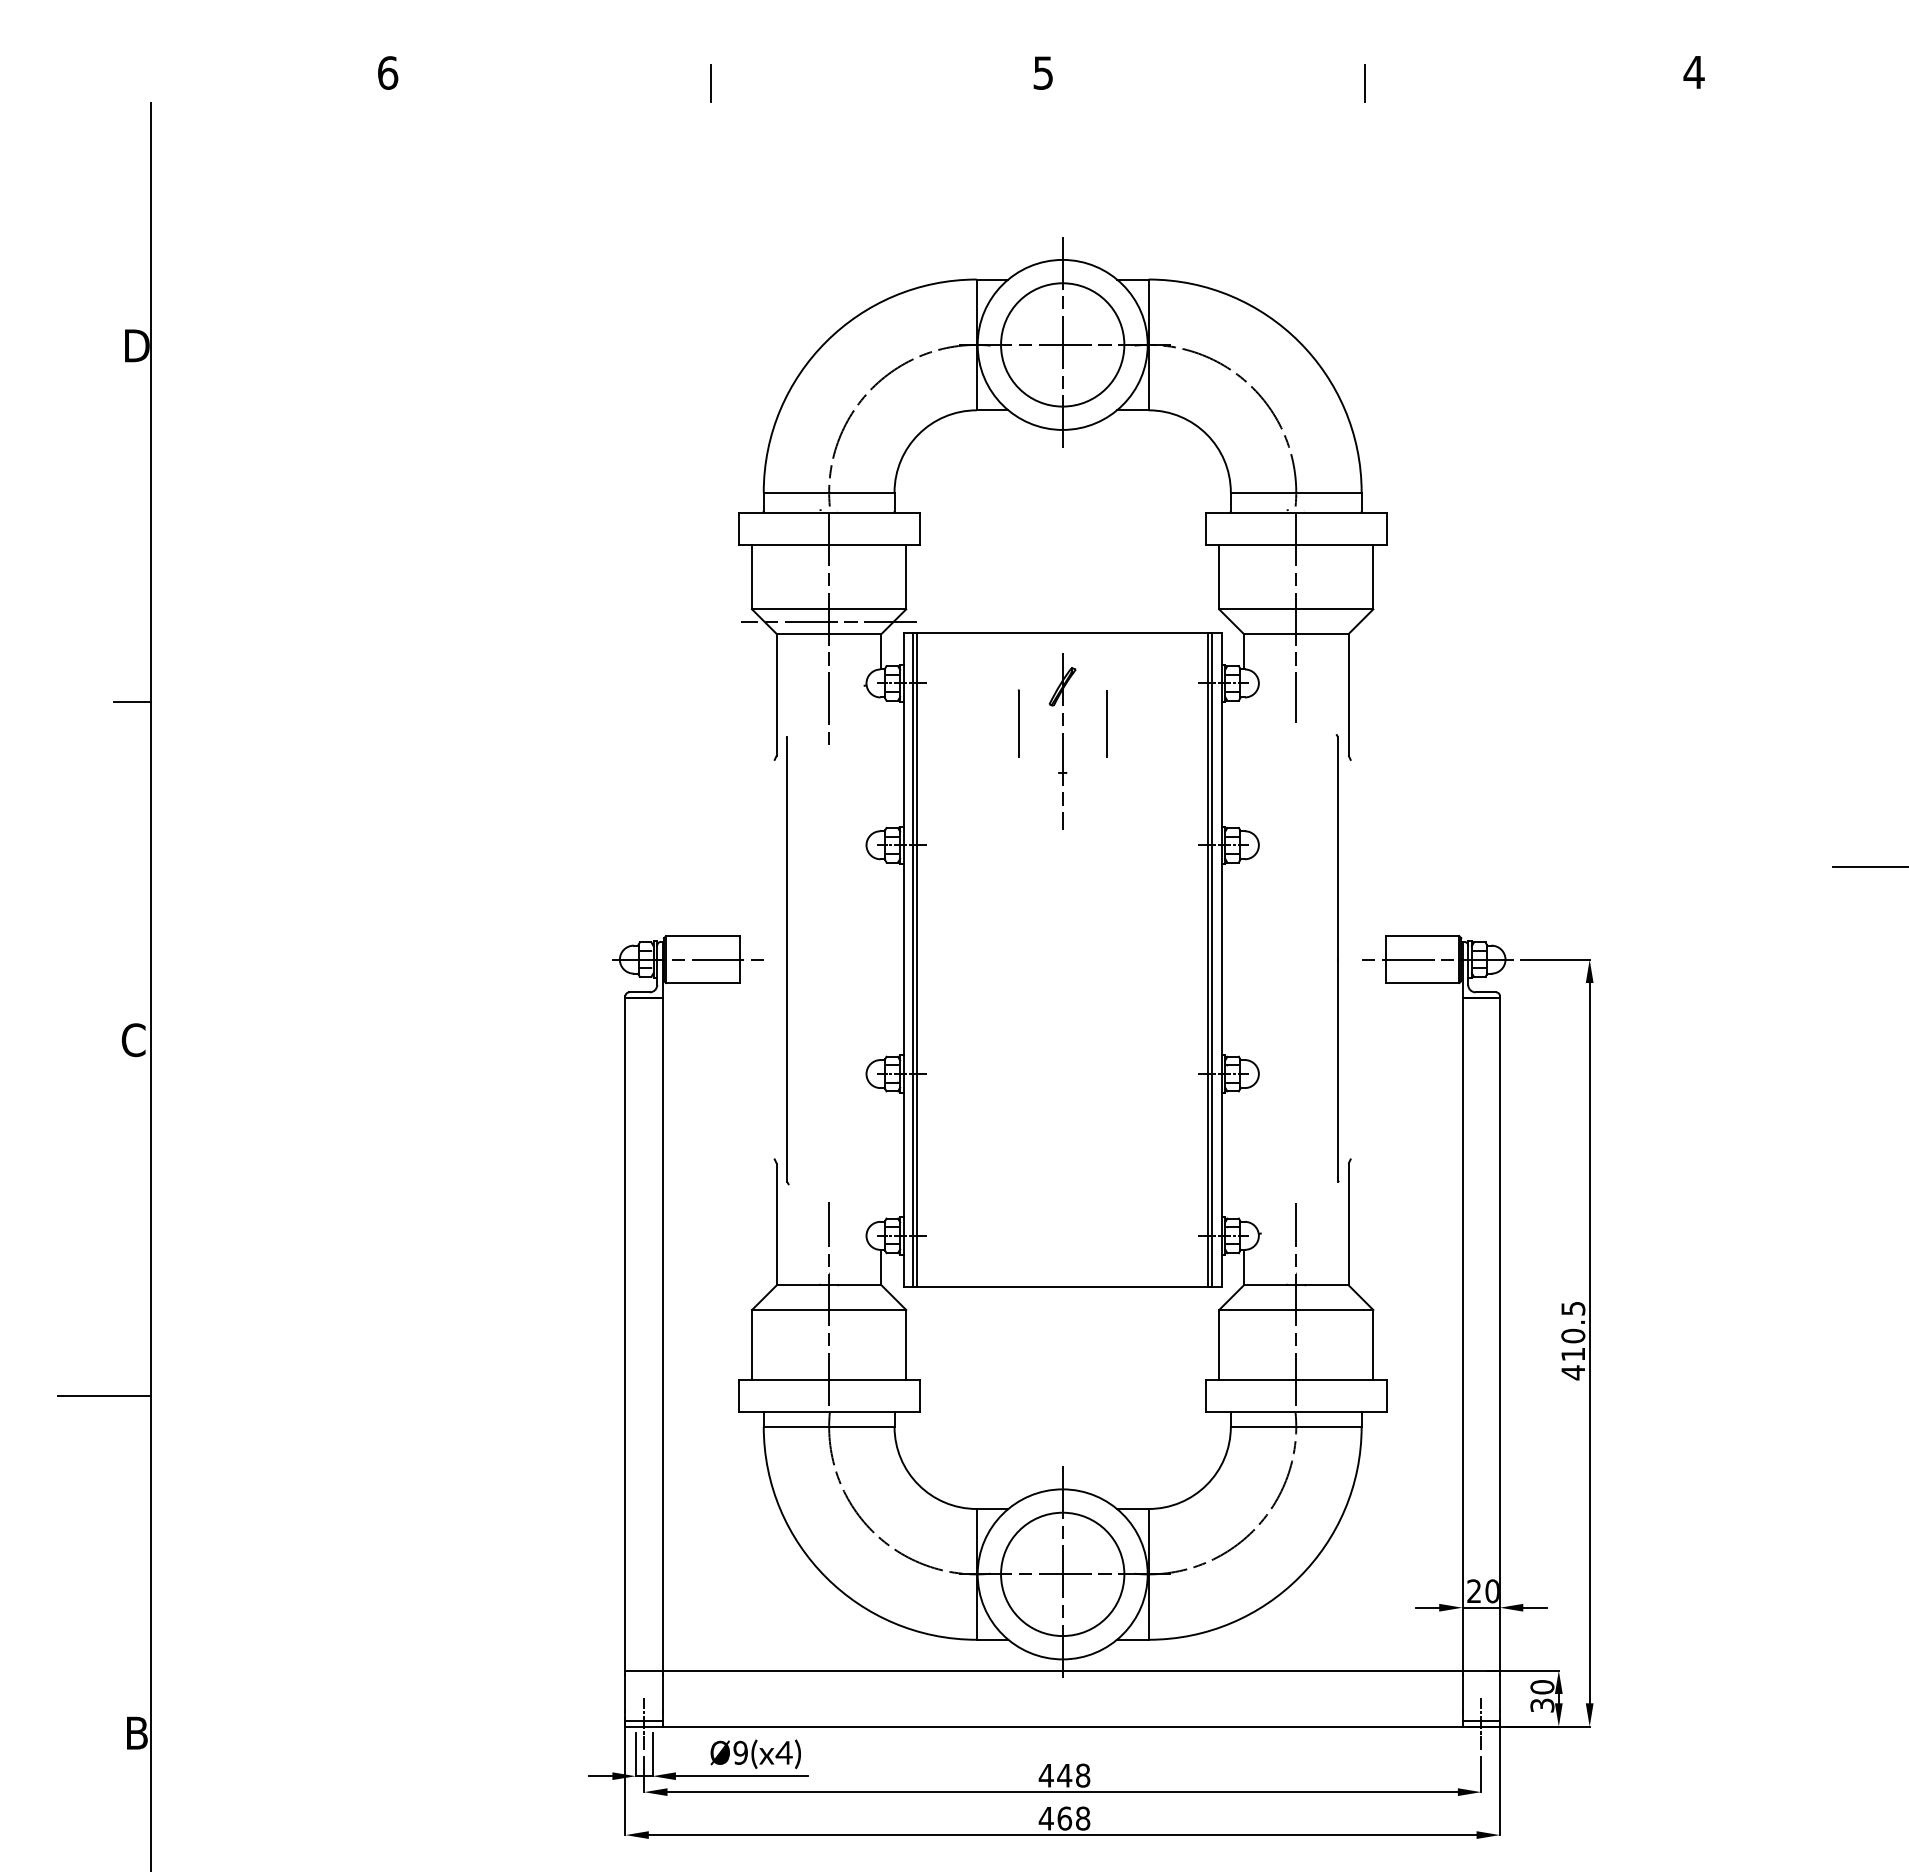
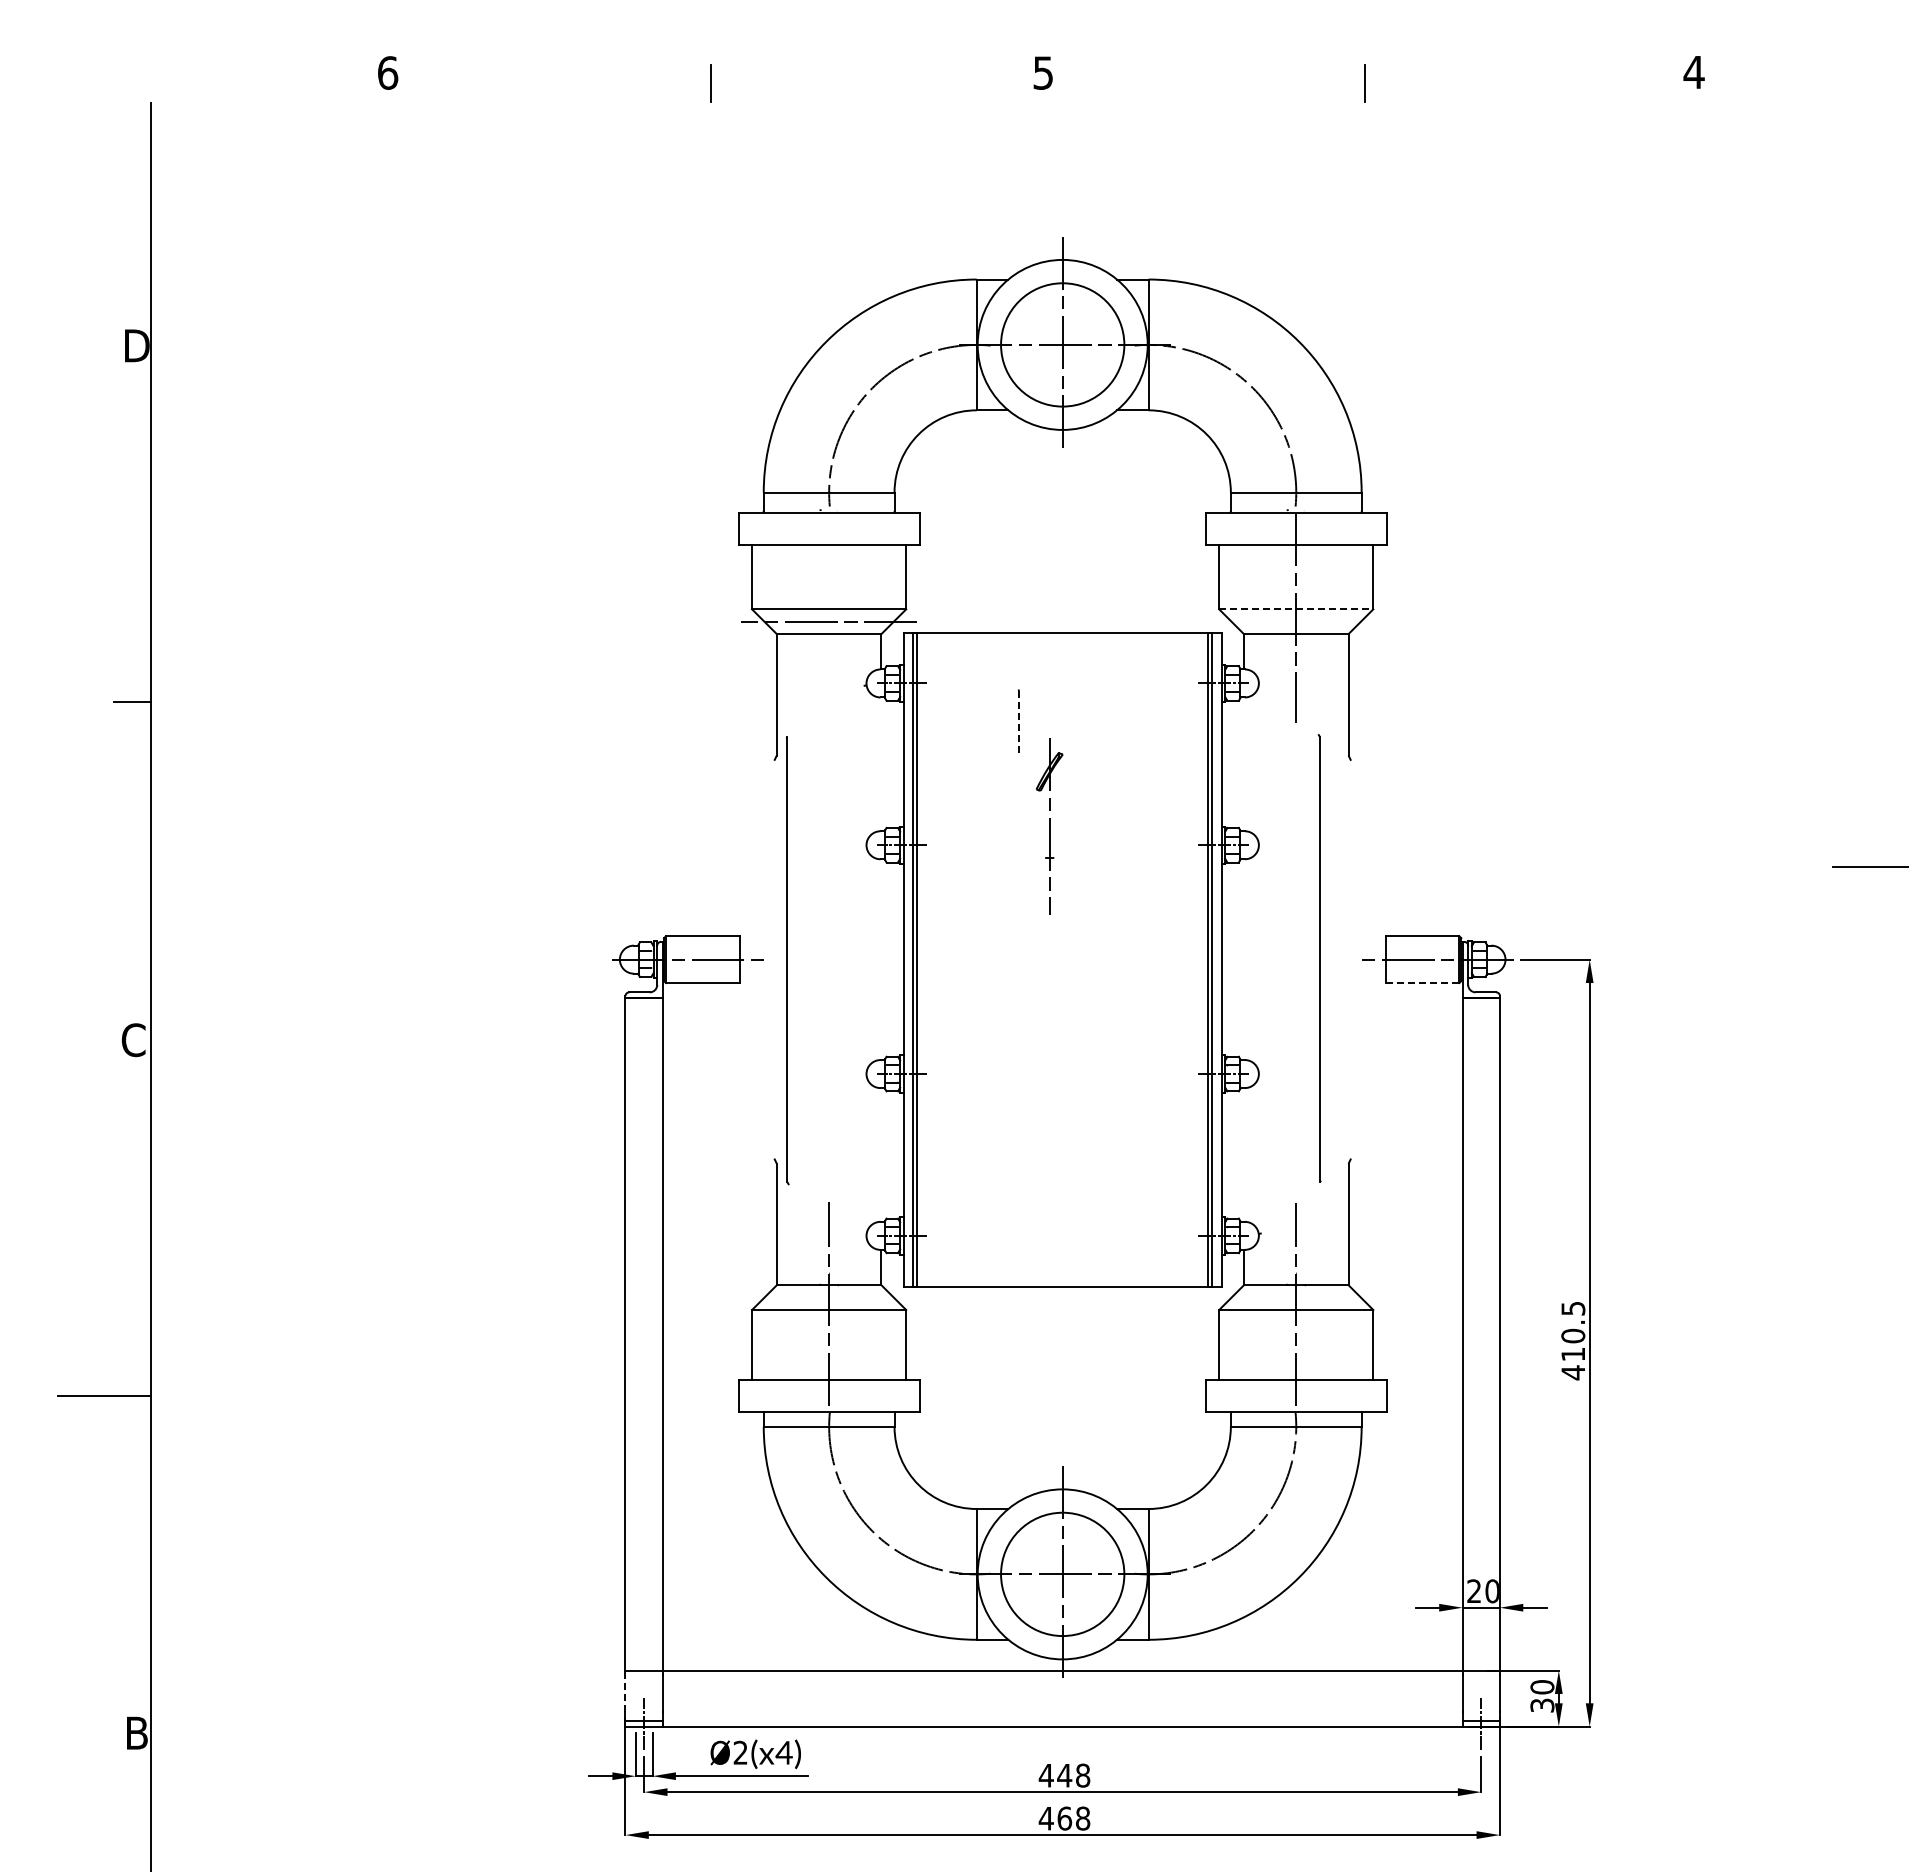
line at (1296, 609): solid -> dashed
line at (829, 629): present -> none
line at (1018, 723): solid -> dashed
line at (1106, 723): present -> none
part at (1062, 741) position: (1062, 741) -> (1049, 826)
part at (1337, 958) position: (1337, 958) -> (1319, 958)
line at (1422, 983): solid -> dashed
line at (625, 1693): solid -> dashed
text at (740, 1752): Ø9 -> Ø2
